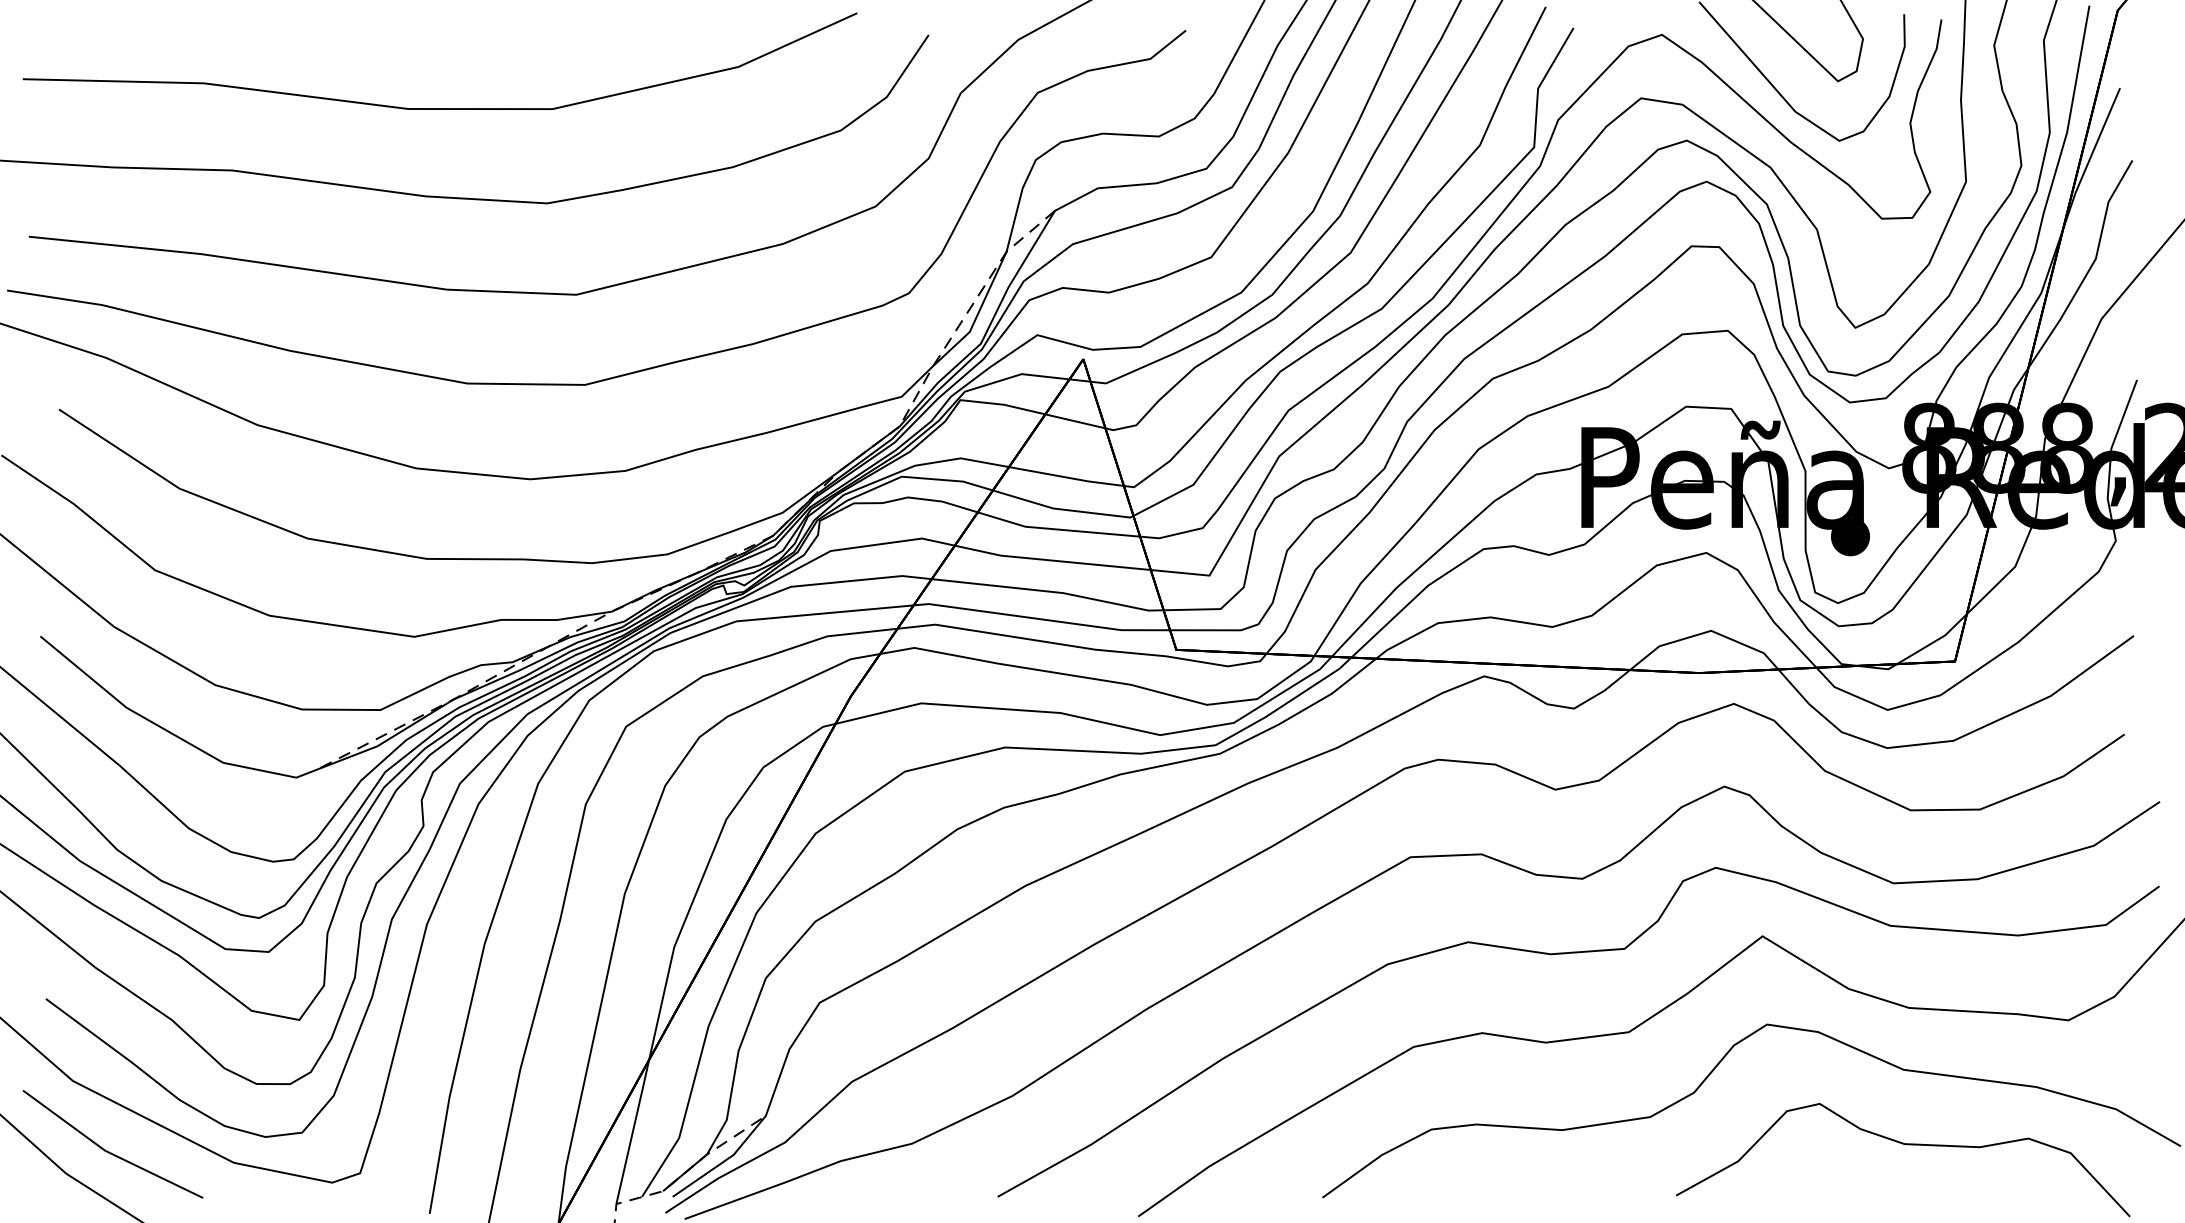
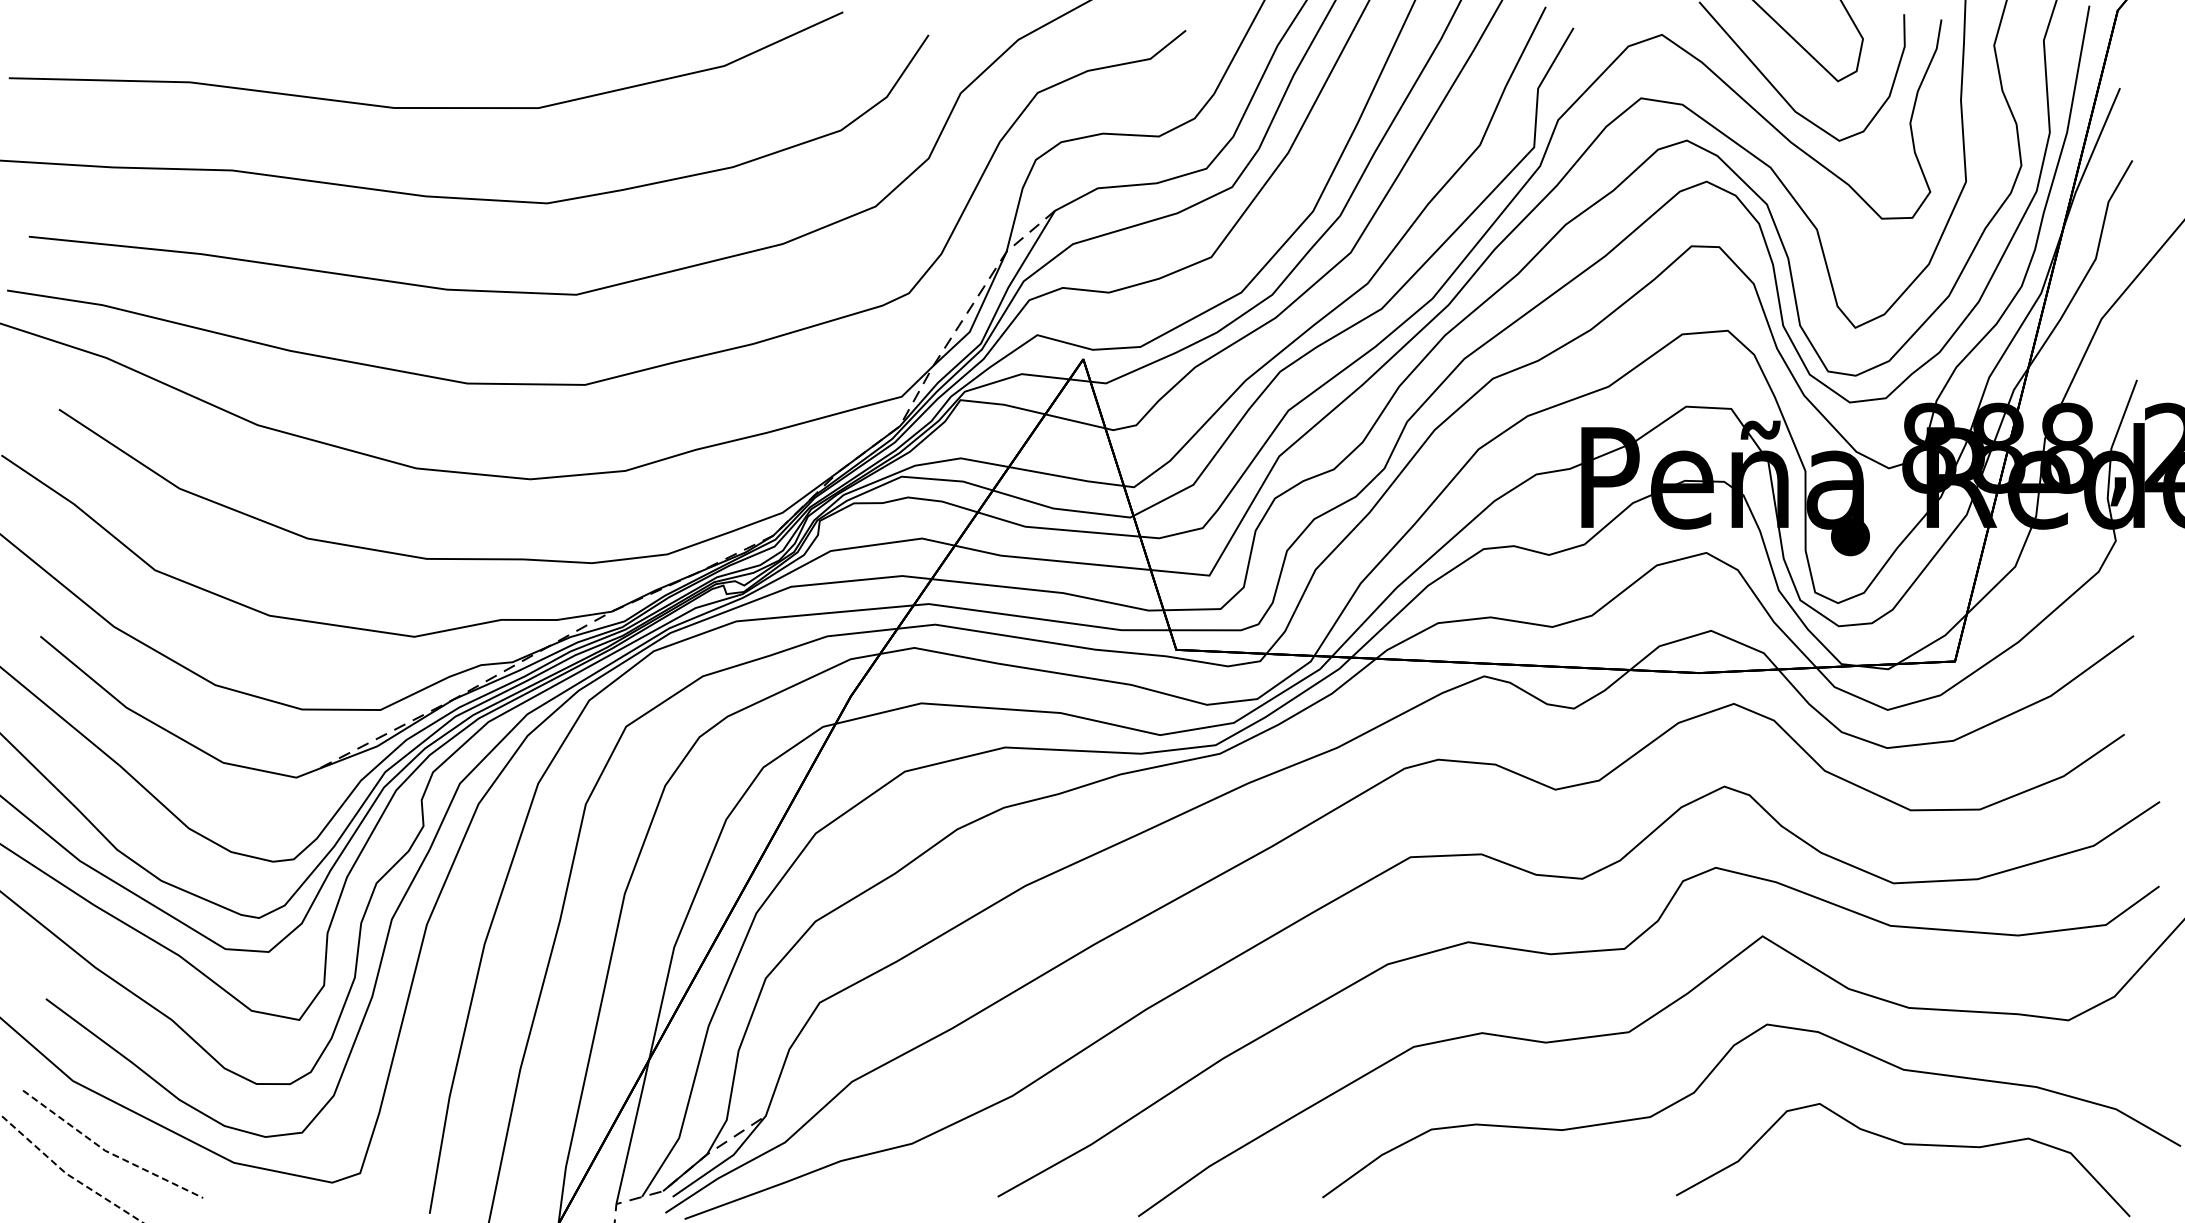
curve at (439, 108) position: (439, 108) -> (425, 107)
line at (107, 1152): solid -> dashed
line at (66, 1174): solid -> dashed
